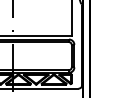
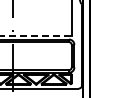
line at (35, 35): solid -> dashed
